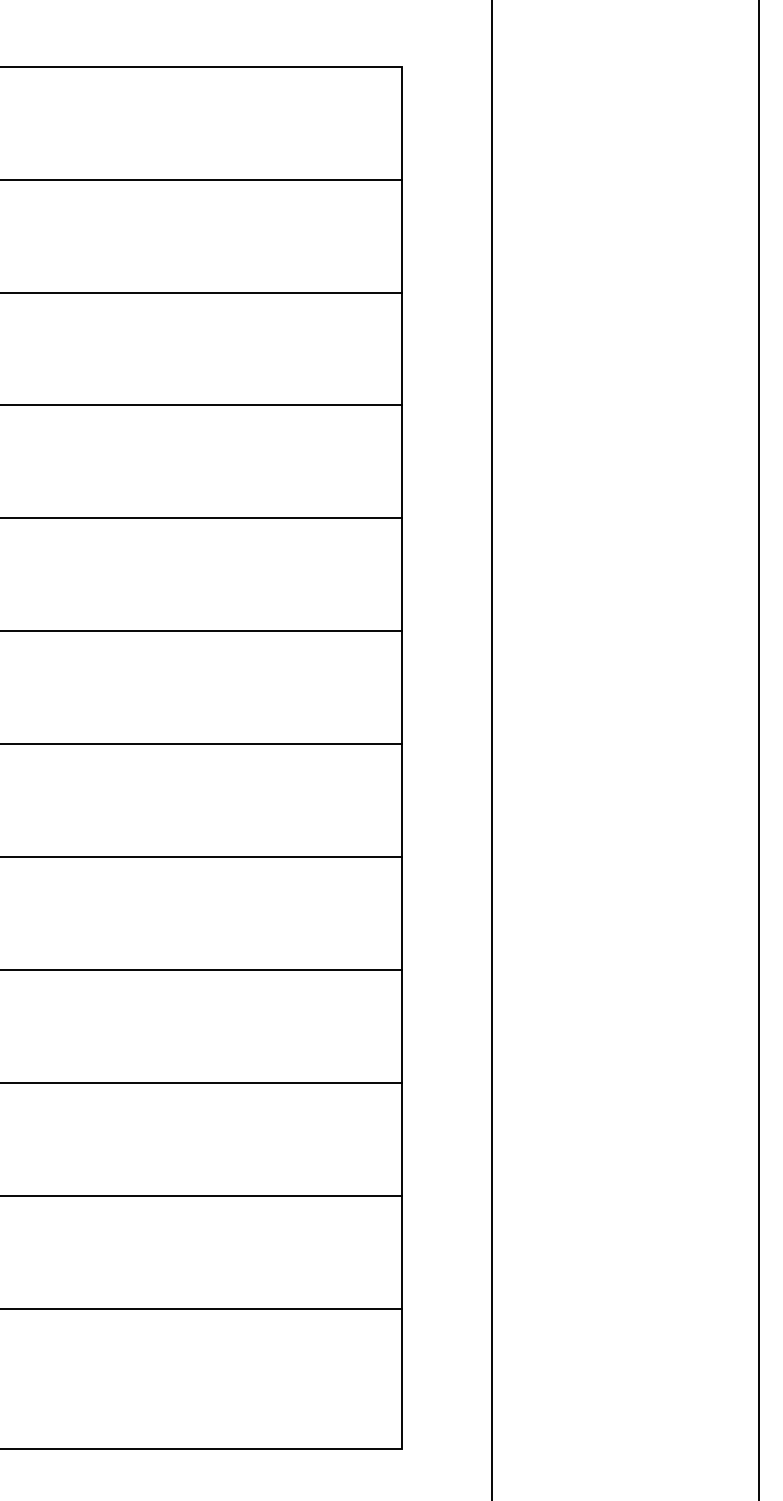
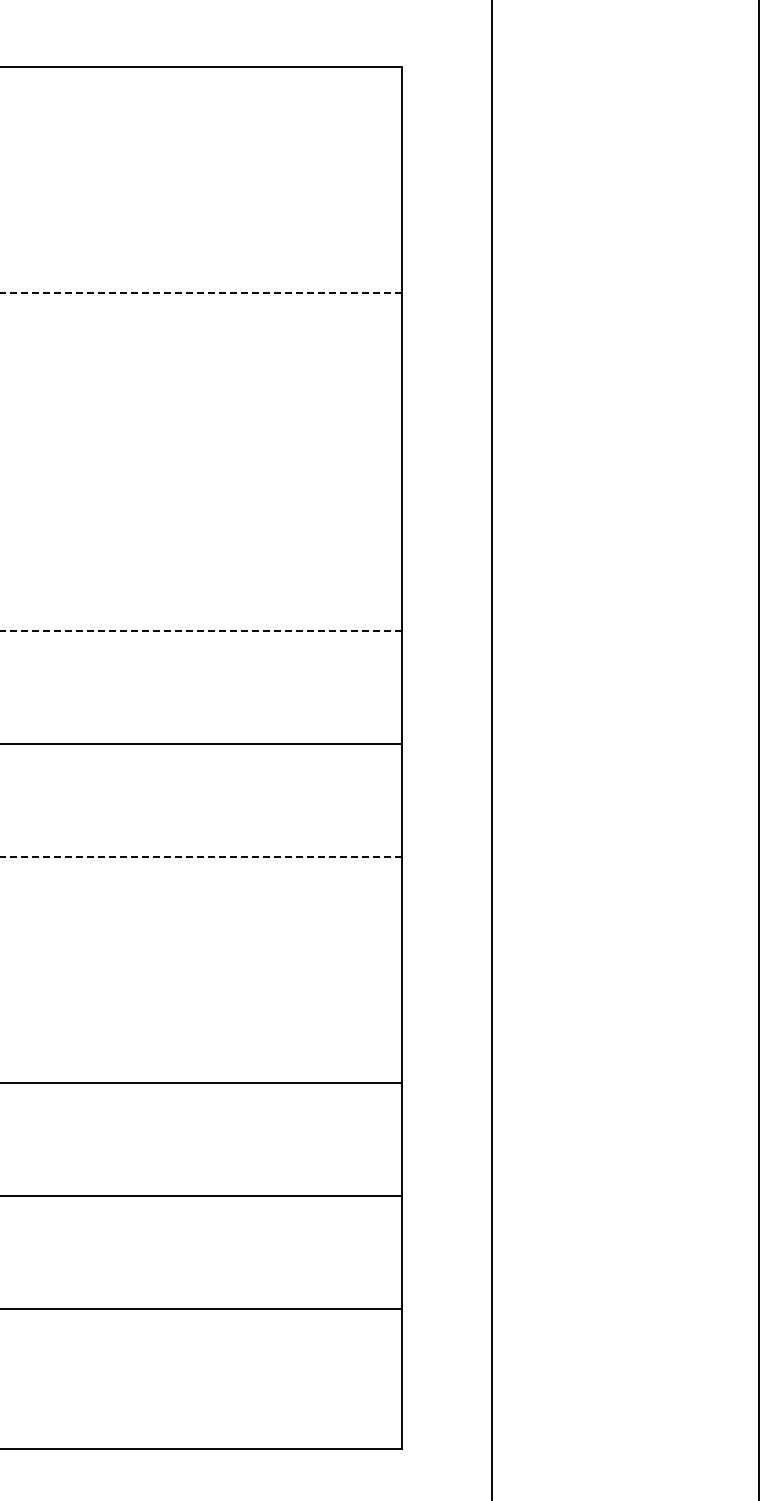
line at (202, 179): present -> none
line at (201, 292): solid -> dashed
line at (202, 405): present -> none
line at (202, 518): present -> none
line at (201, 631): solid -> dashed
line at (201, 857): solid -> dashed
line at (202, 970): present -> none
